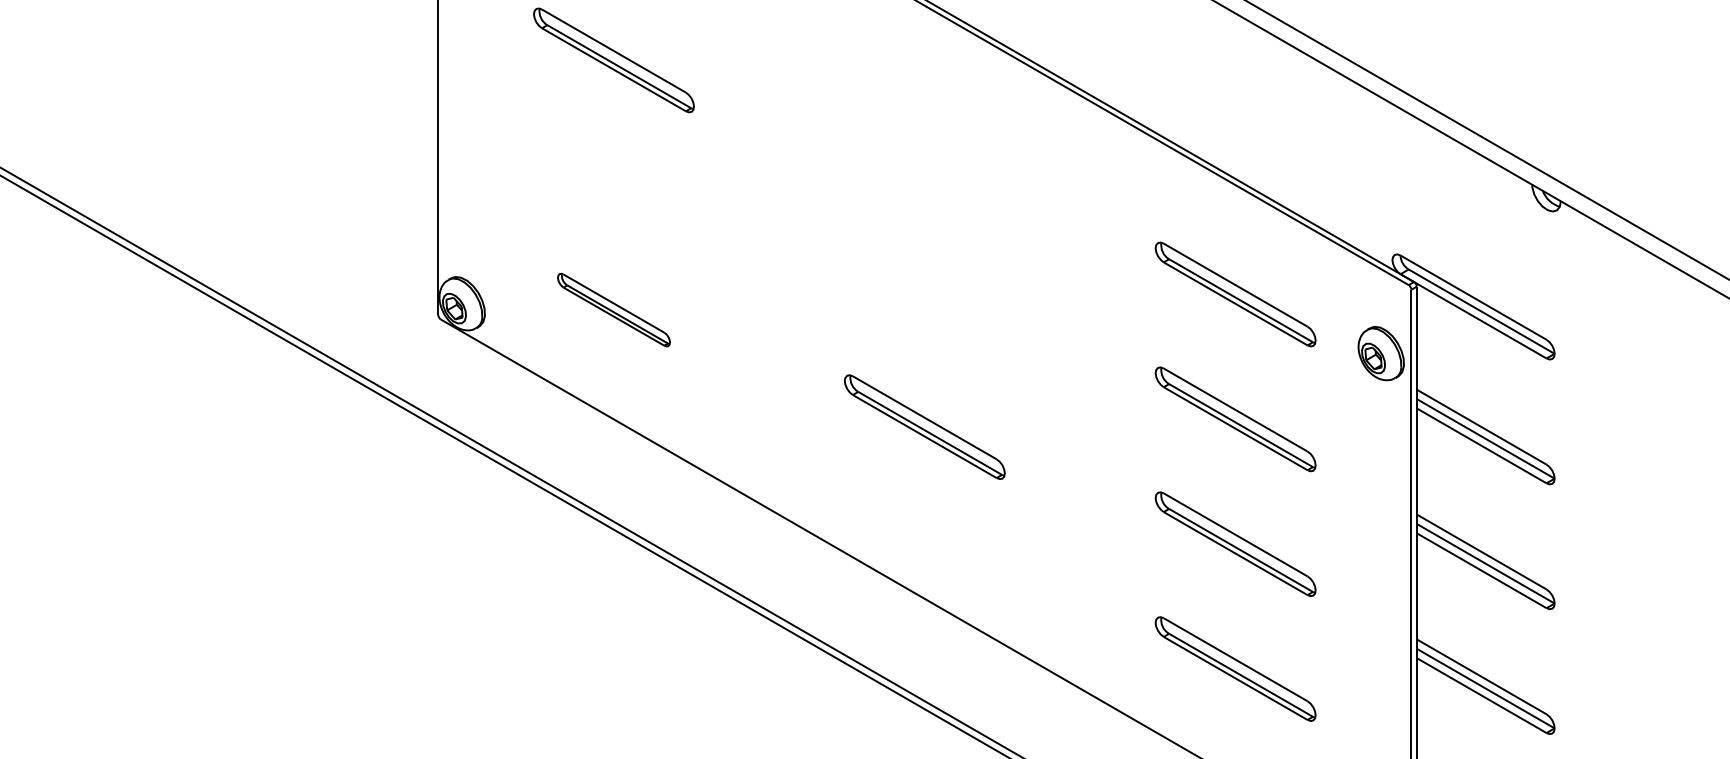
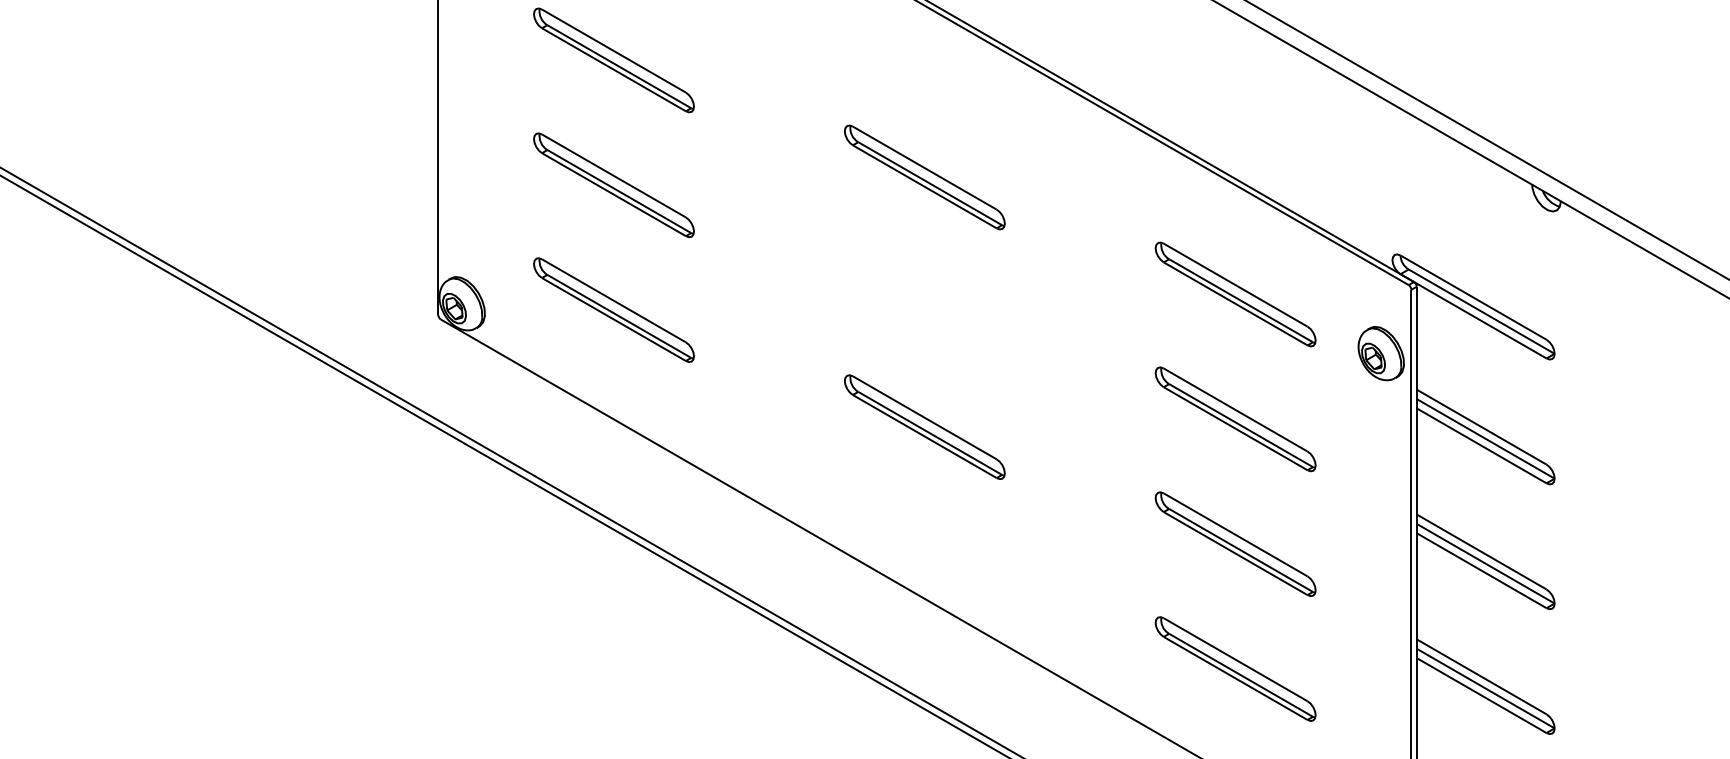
part at (924, 177): none -> present
part at (613, 184): none -> present
part at (613, 309) size: 114x76 px -> 162x106 px
